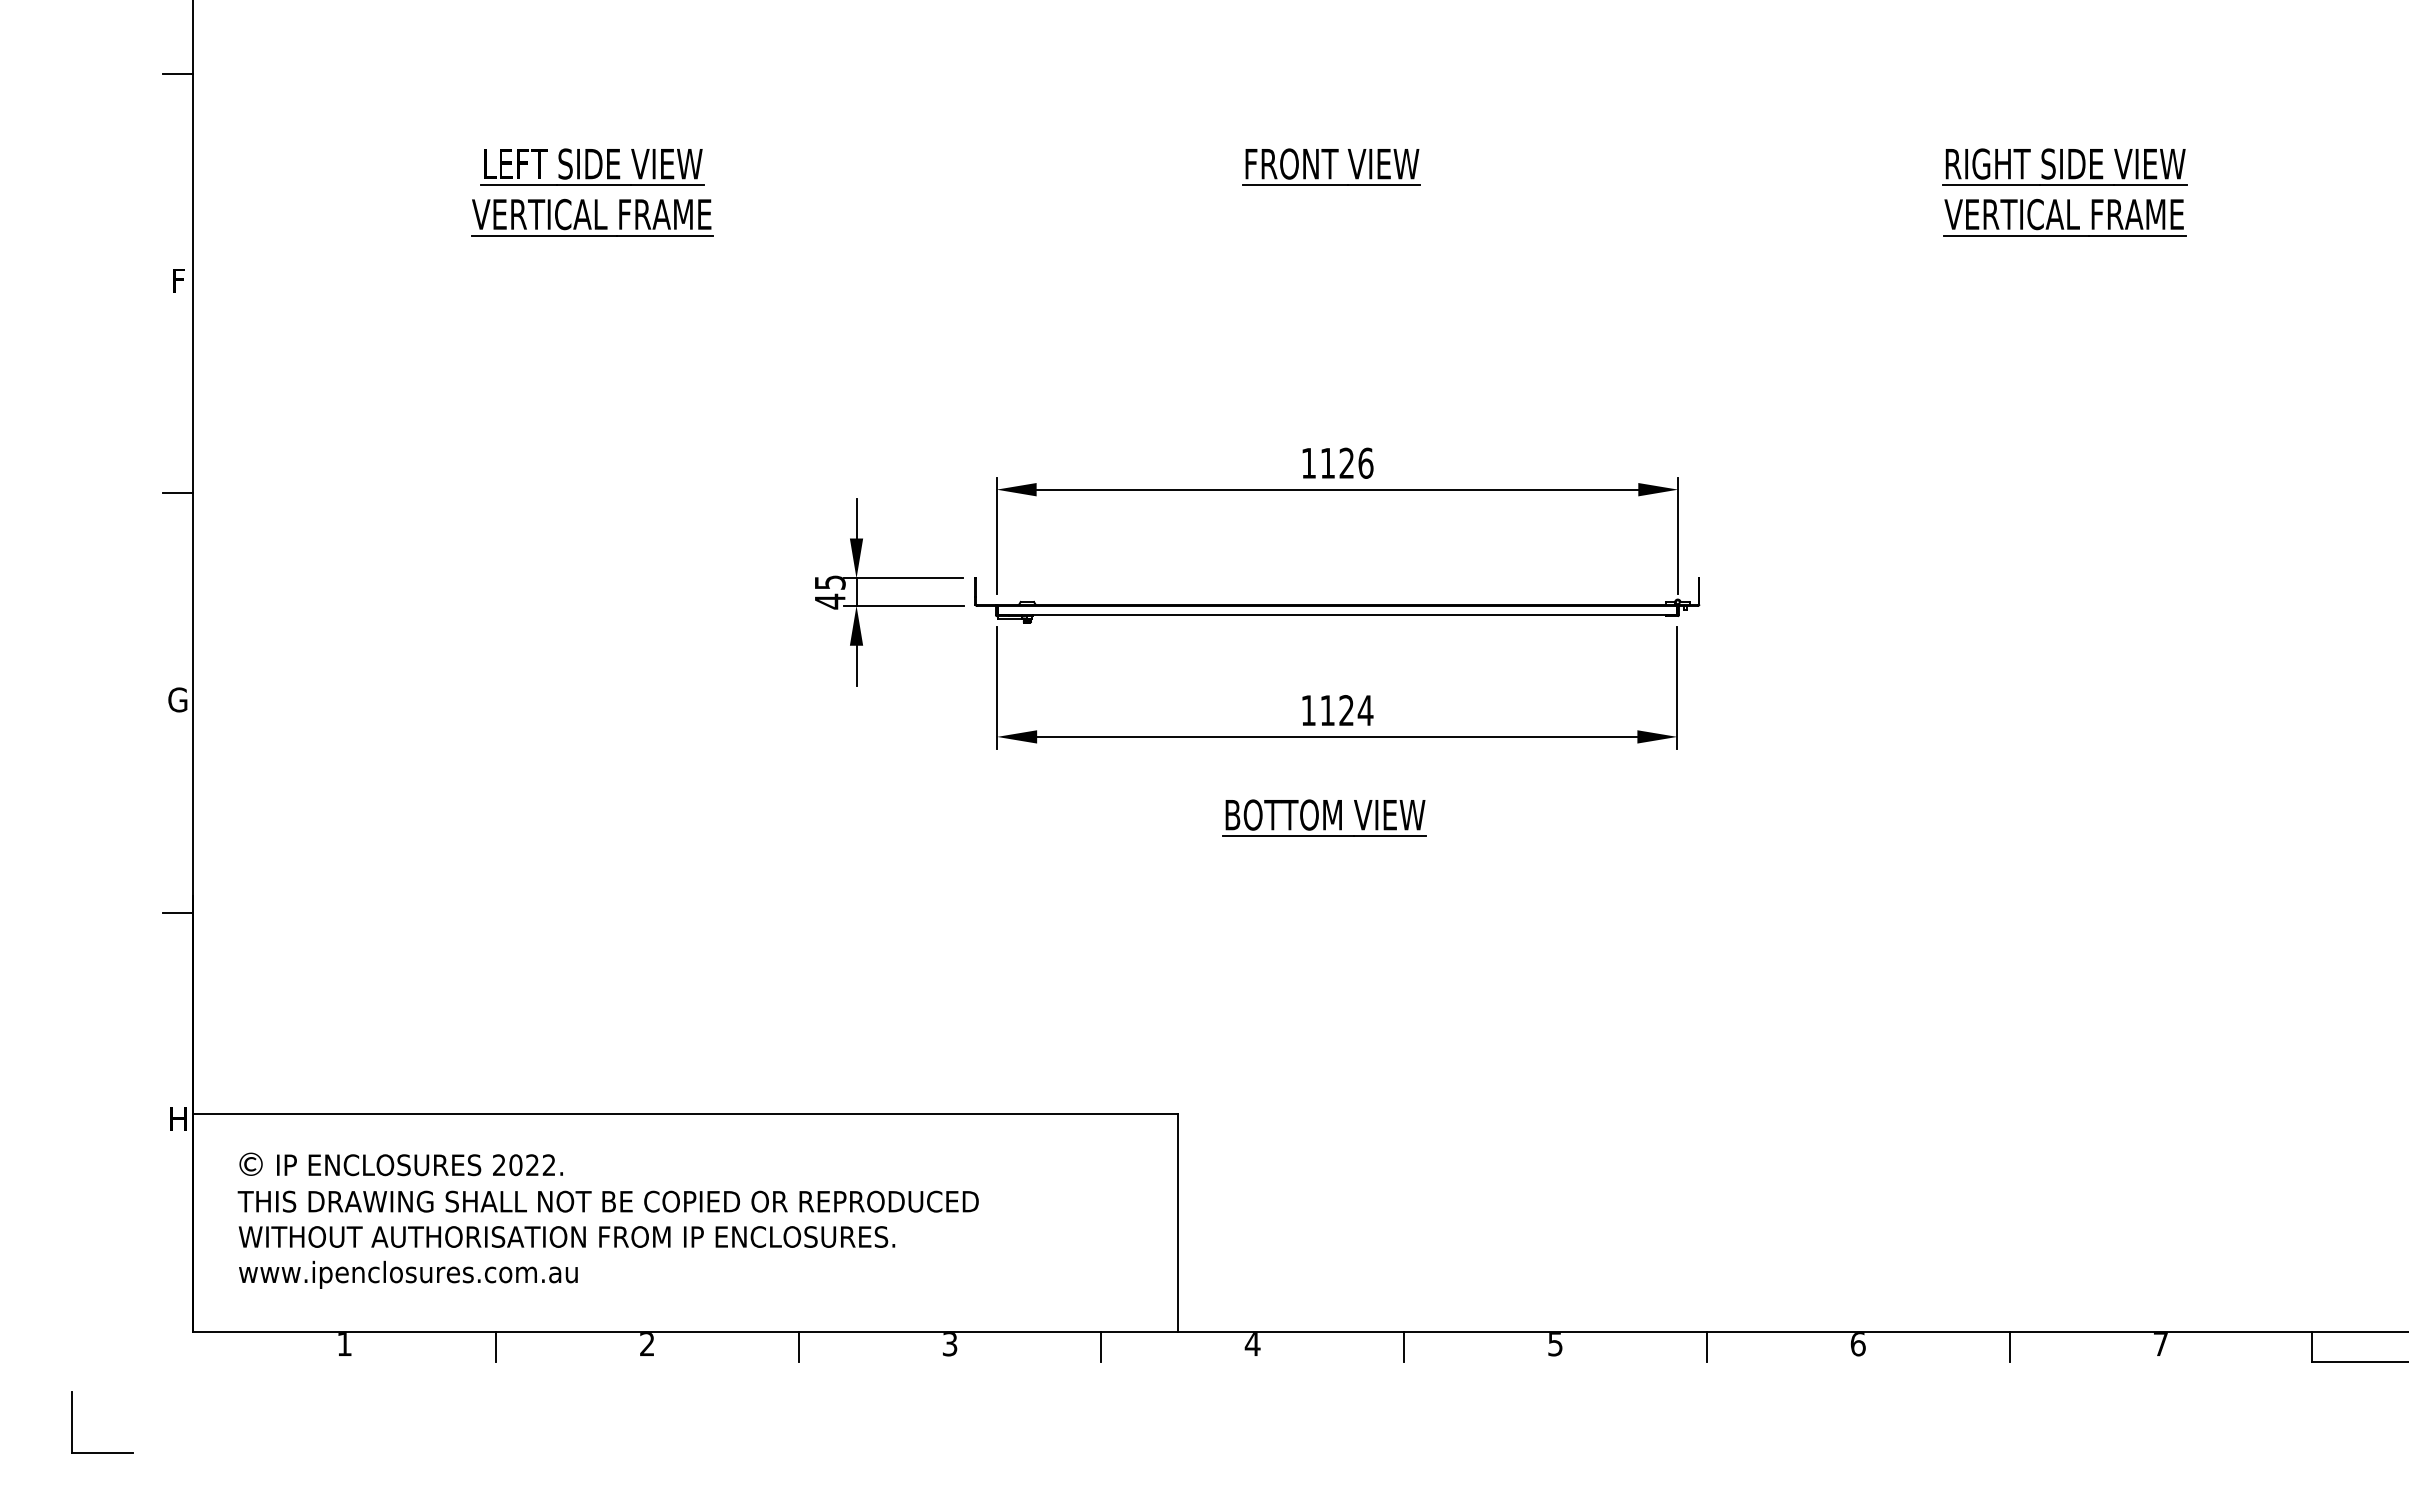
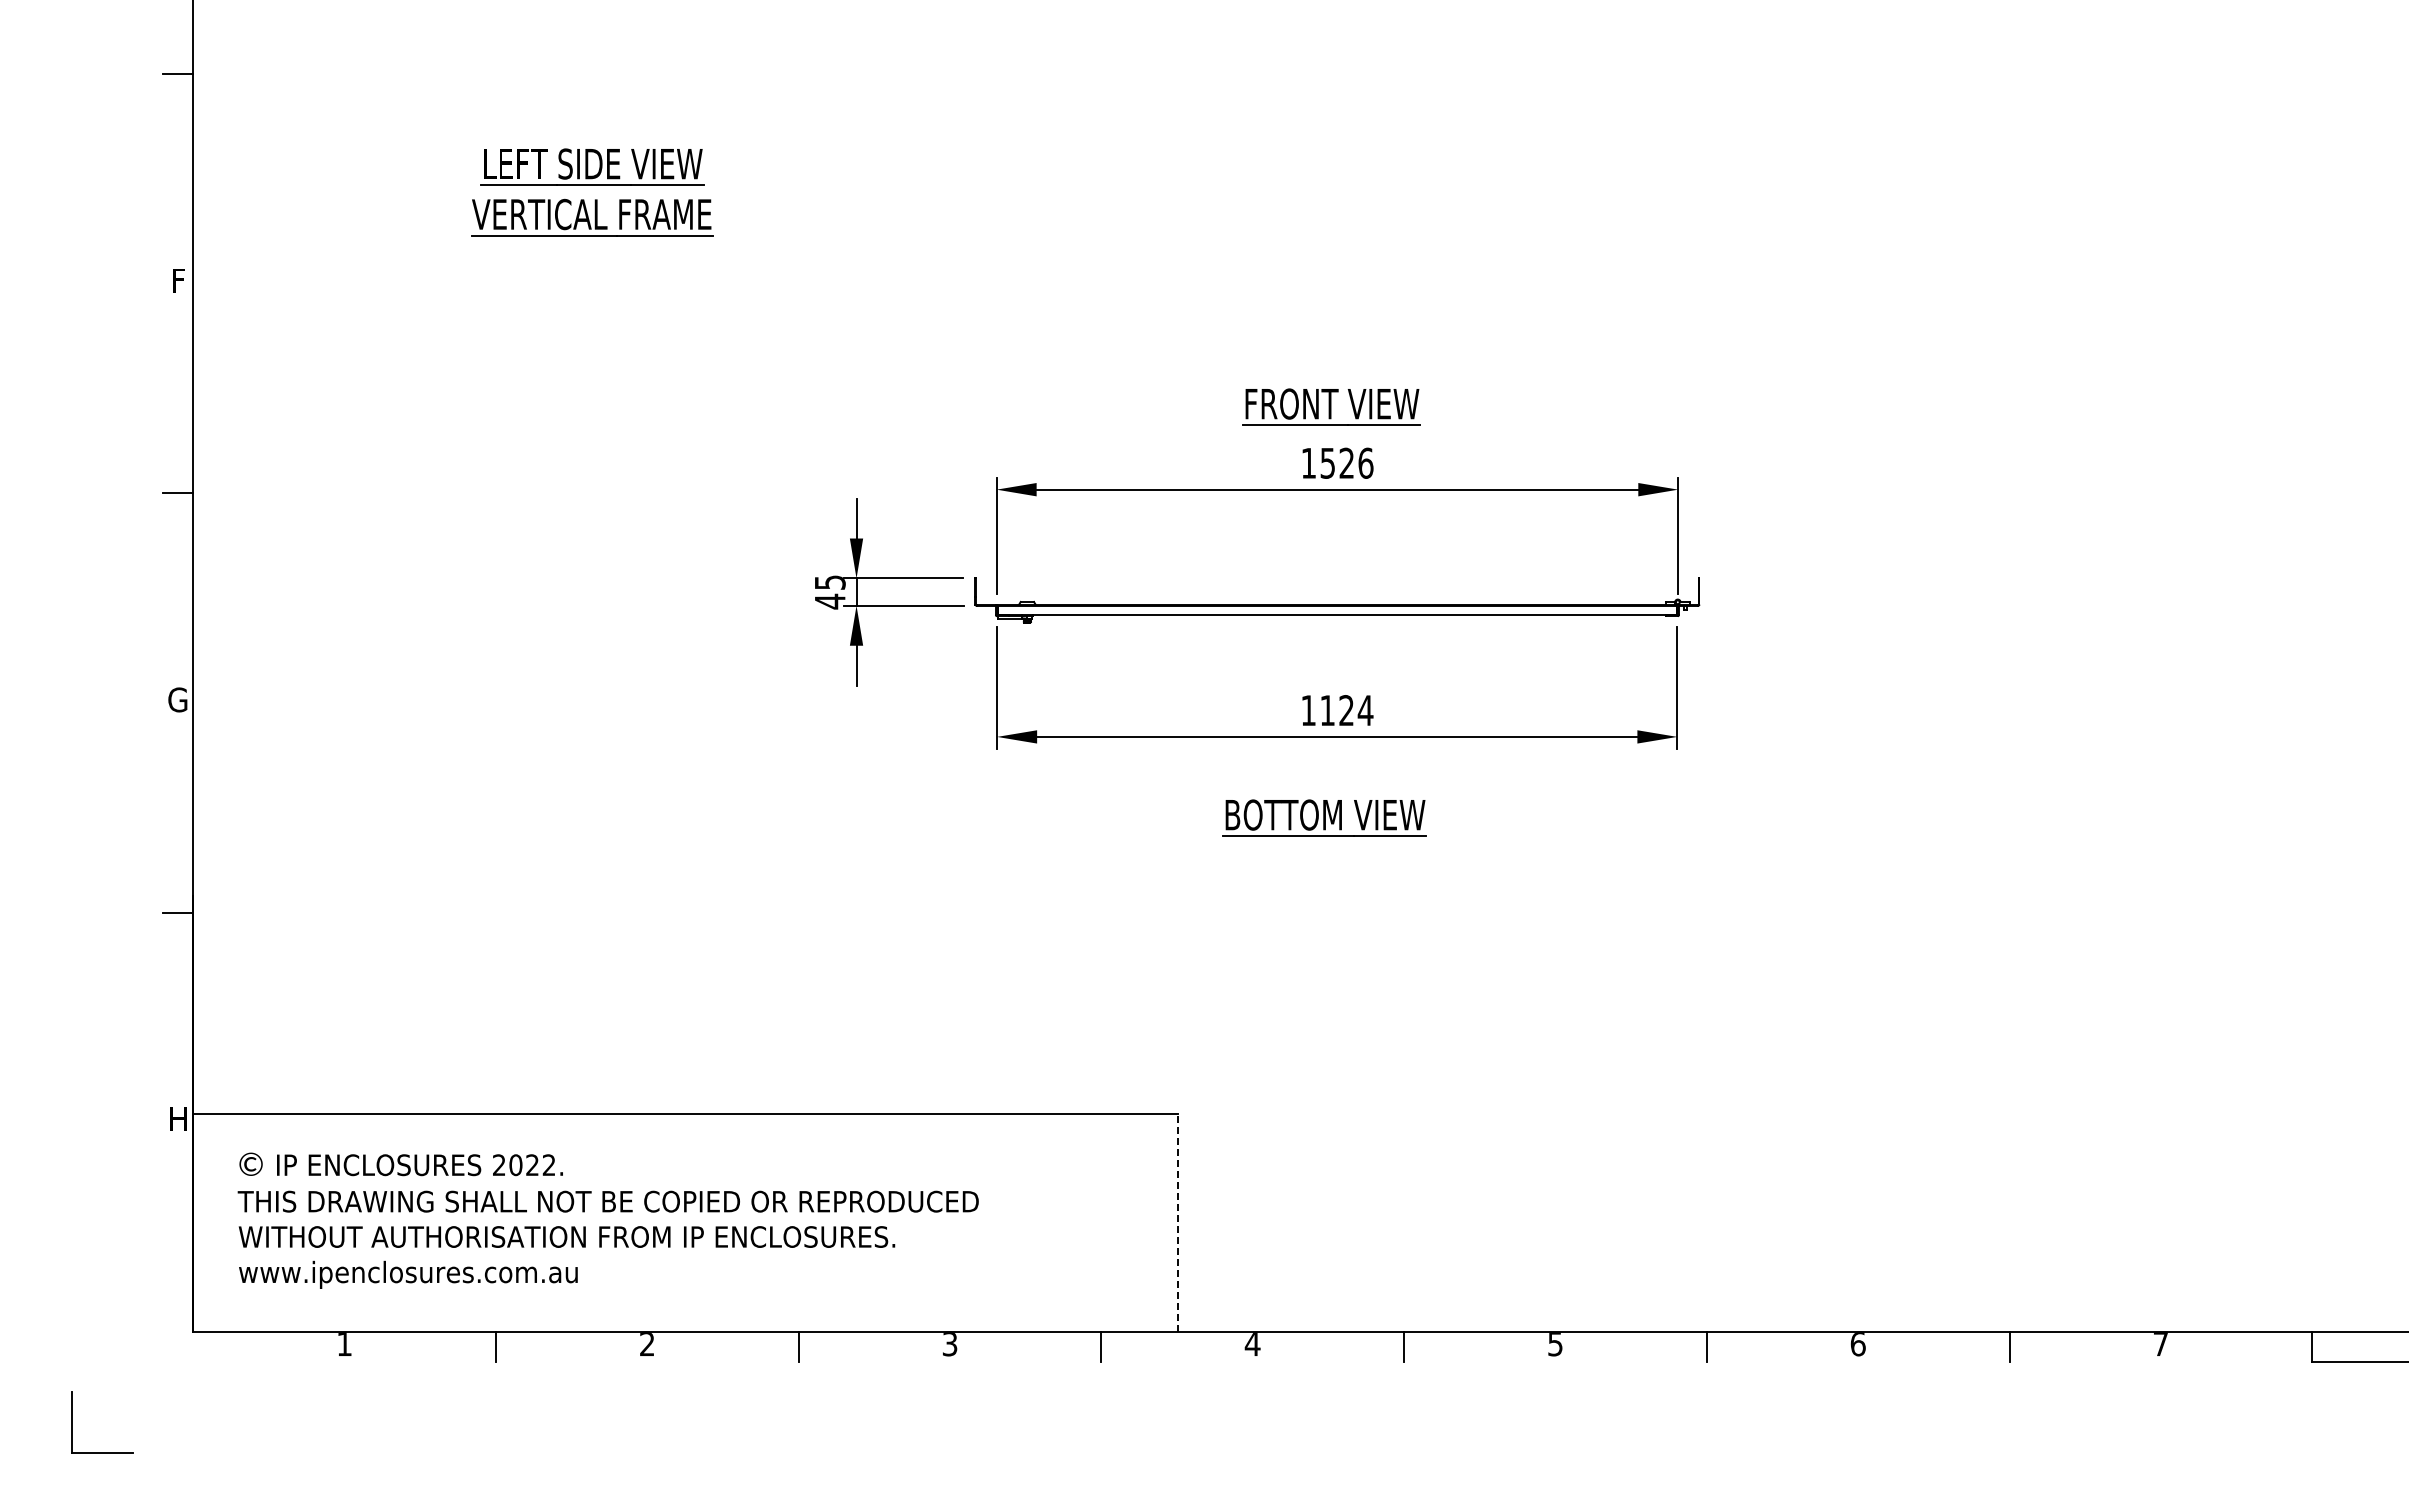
part at (1331, 166) position: (1331, 166) -> (1331, 406)
part at (2064, 185): present -> none
text at (1327, 463): 1126 -> 1526
line at (1177, 1222): solid -> dashed
